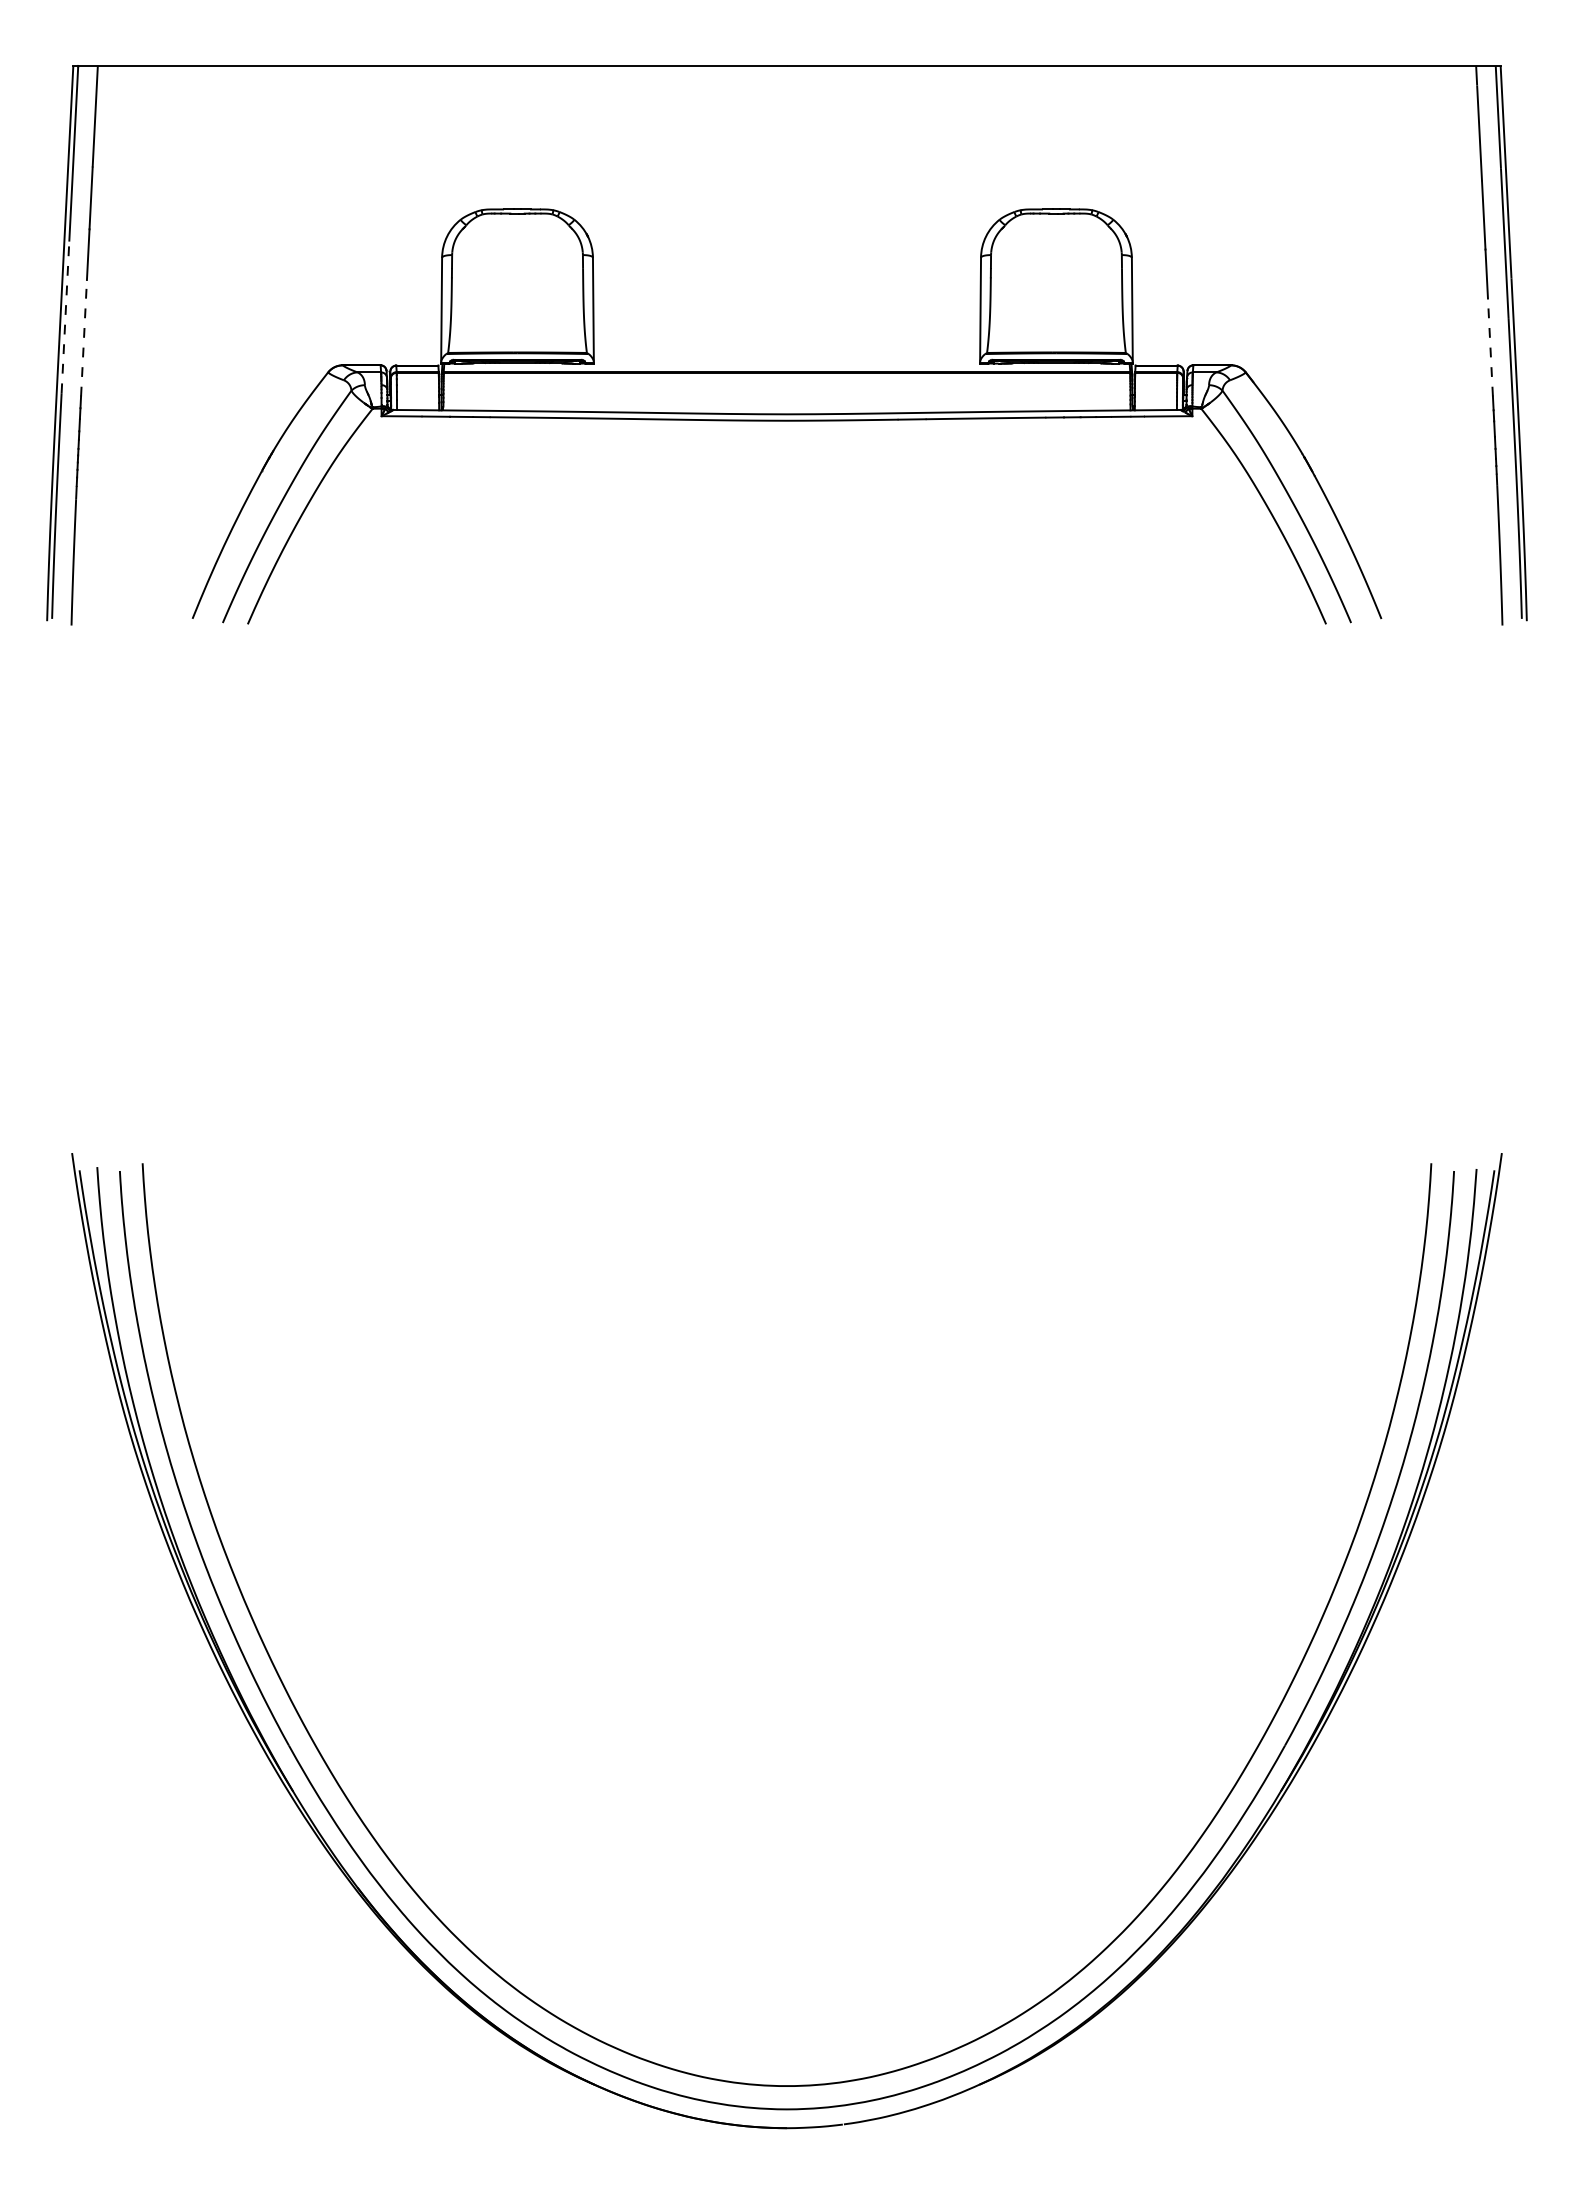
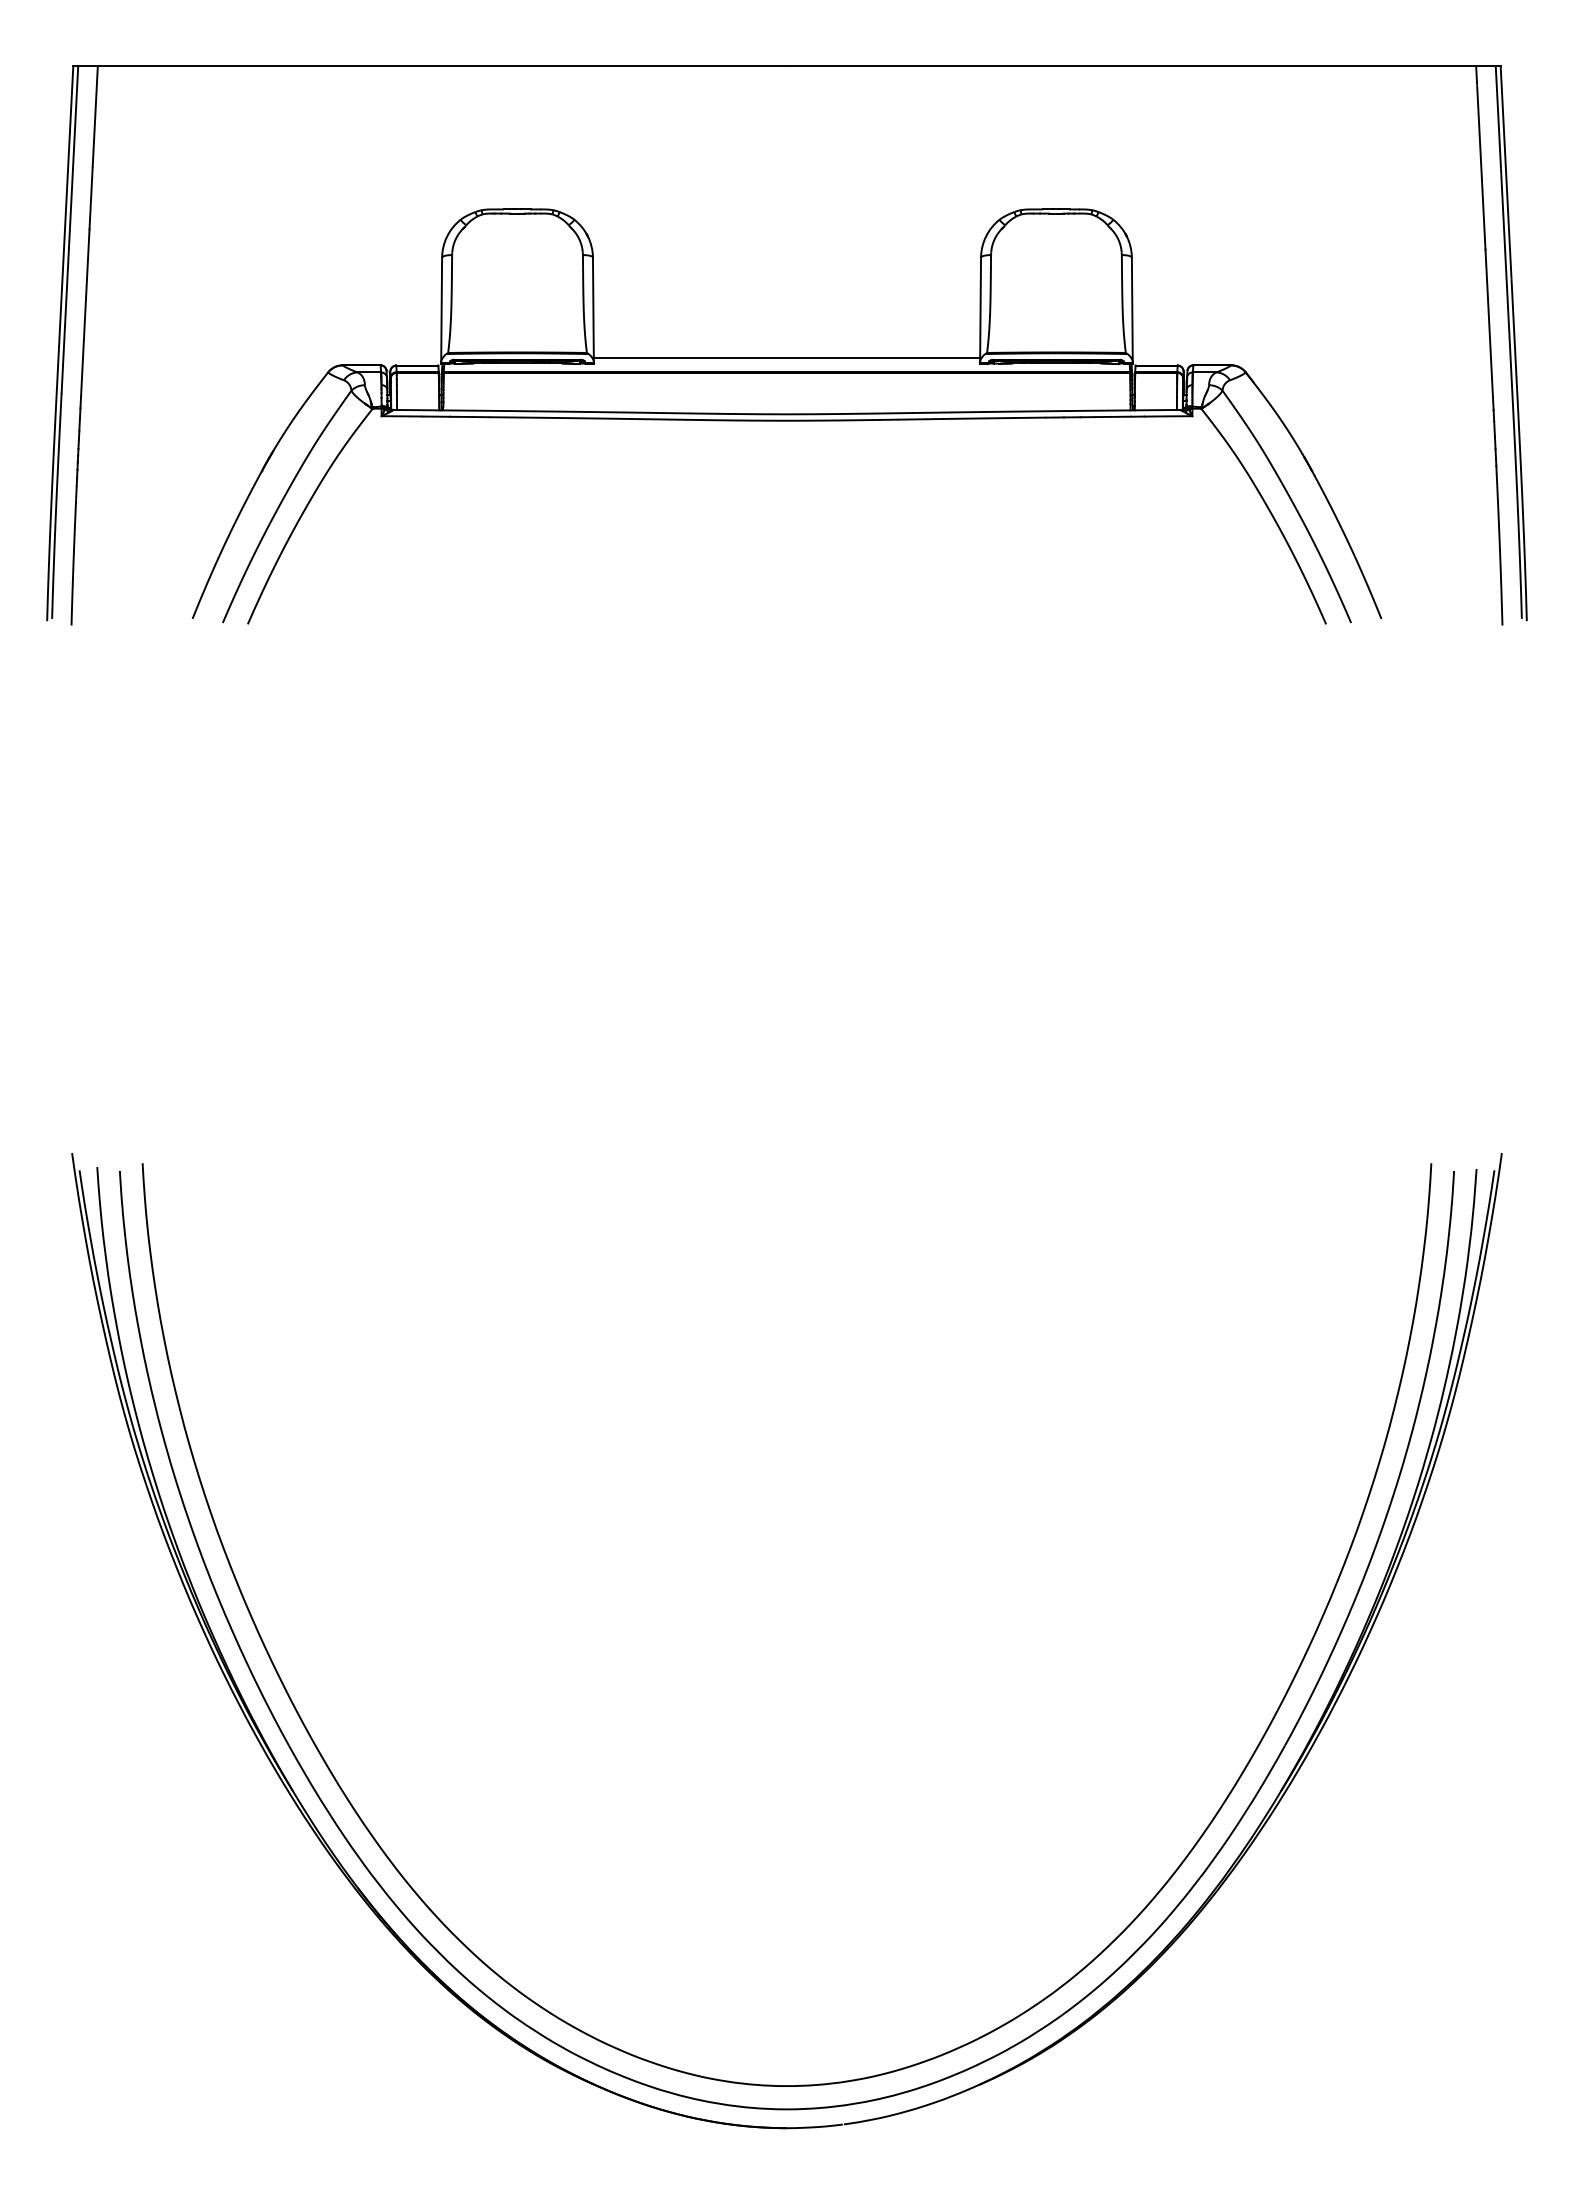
line at (65, 317): dashed -> solid
line at (84, 338): dashed -> solid
line at (1490, 347): dashed -> solid
line at (786, 358): none -> present
